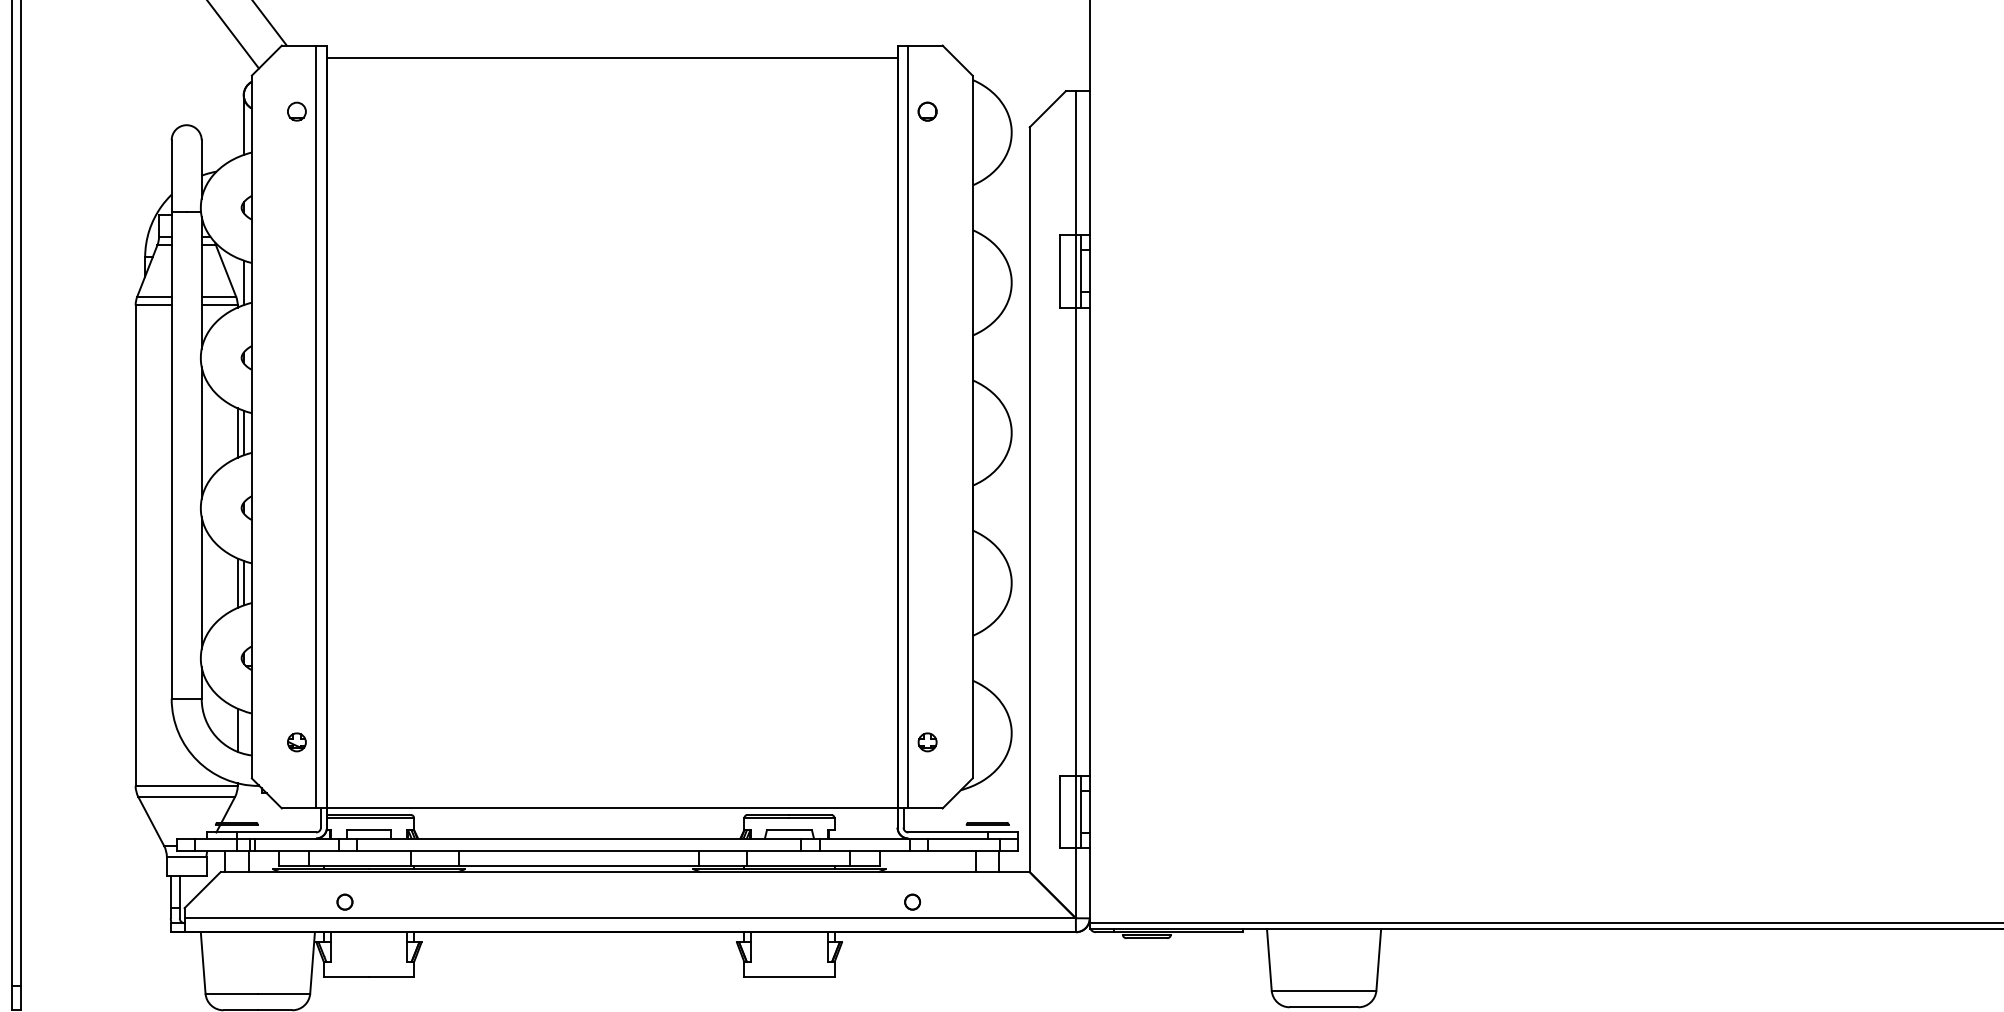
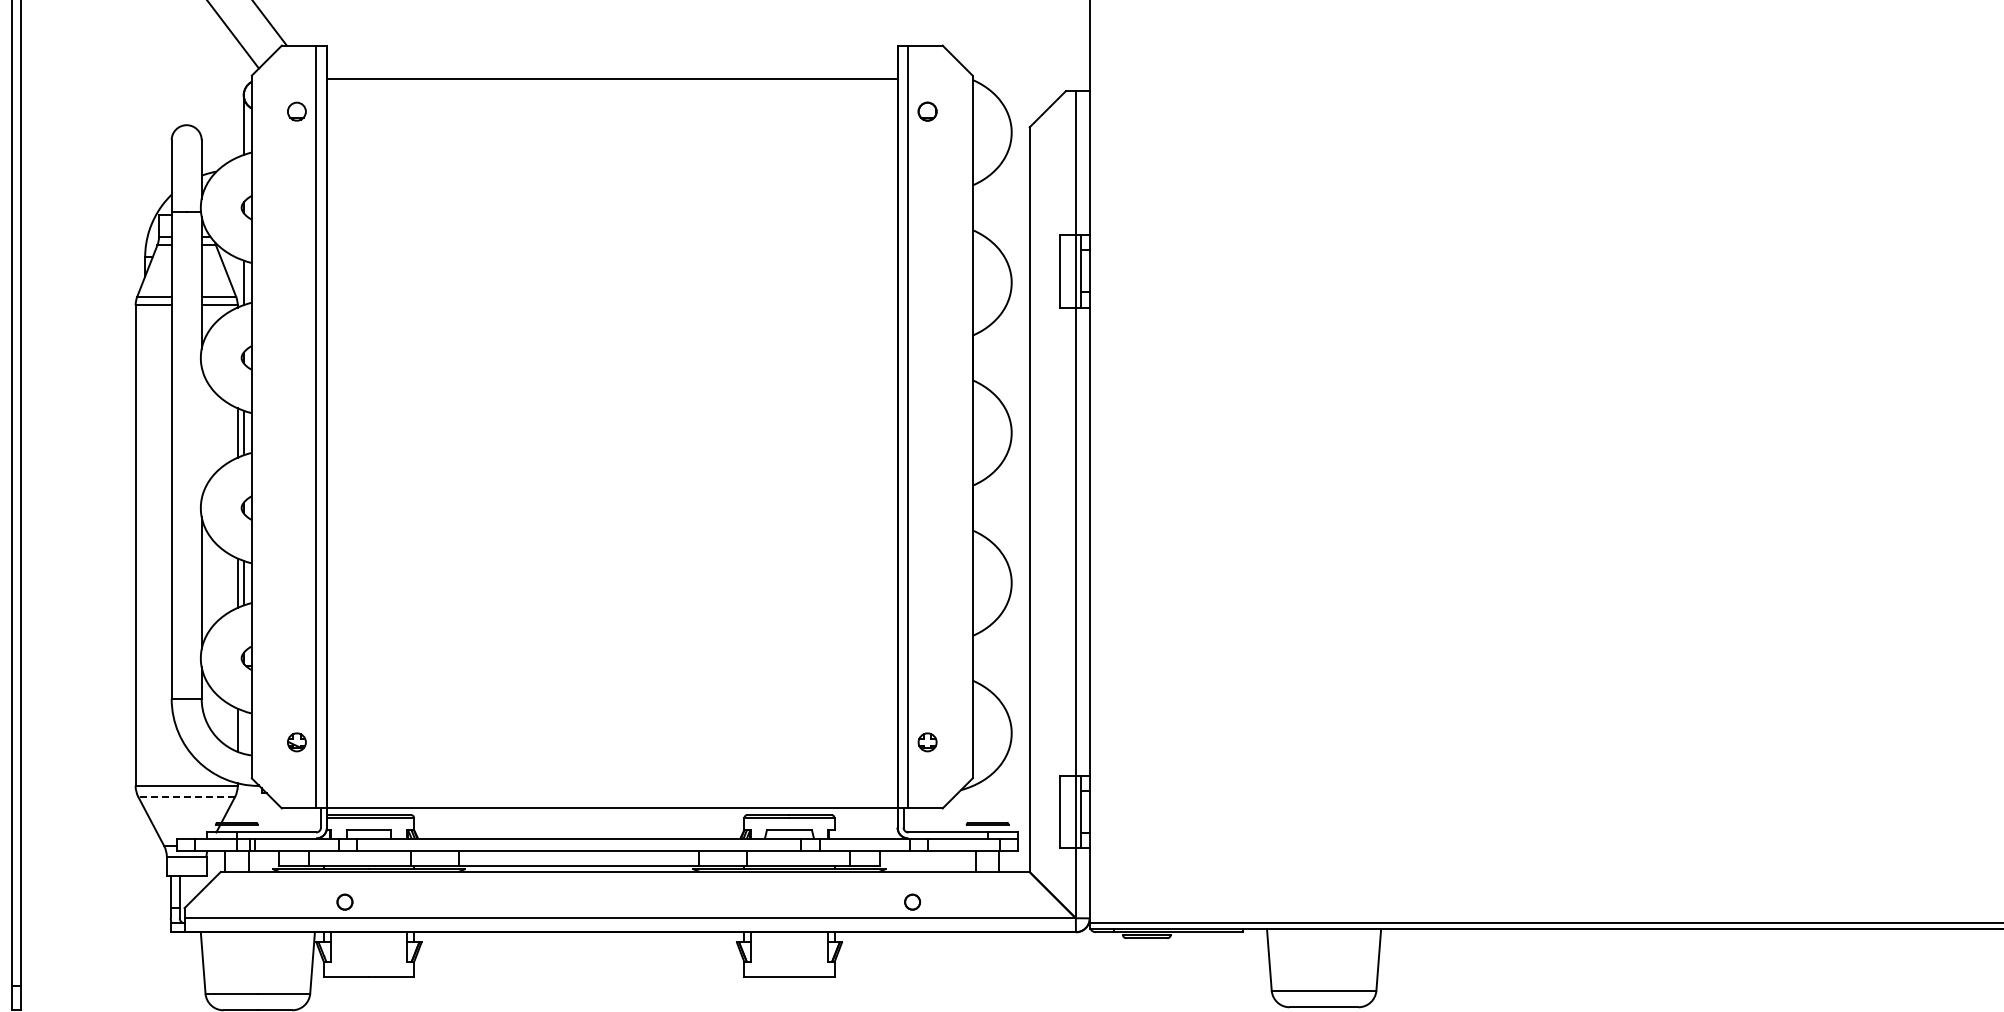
line at (611, 57) position: (611, 57) -> (611, 78)
line at (201, 432): present -> none
line at (186, 797): solid -> dashed
